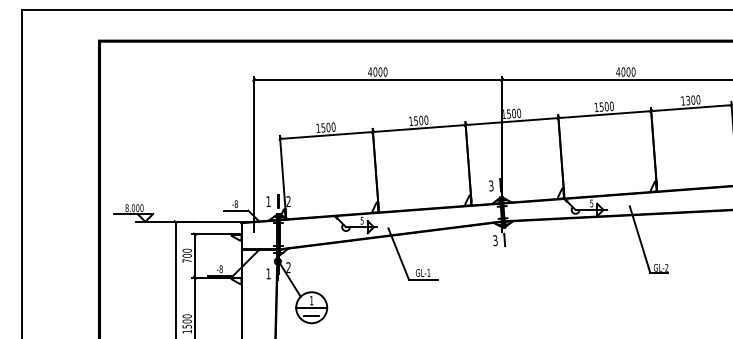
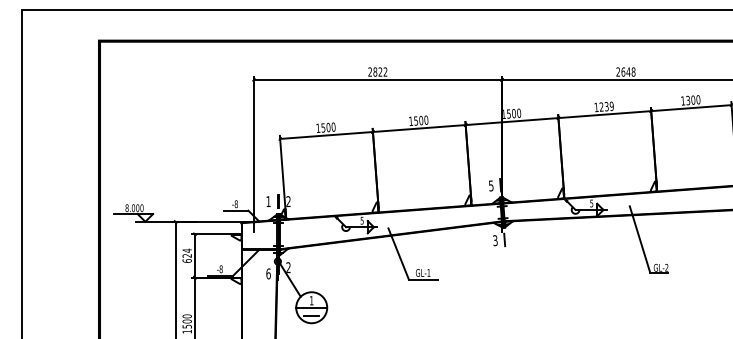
text at (377, 71): 4000 -> 2822
text at (625, 71): 4000 -> 2648
text at (606, 106): 1500 -> 1239
text at (491, 184): 3 -> 5
text at (186, 255): 700 -> 624
text at (268, 273): 1 -> 6
